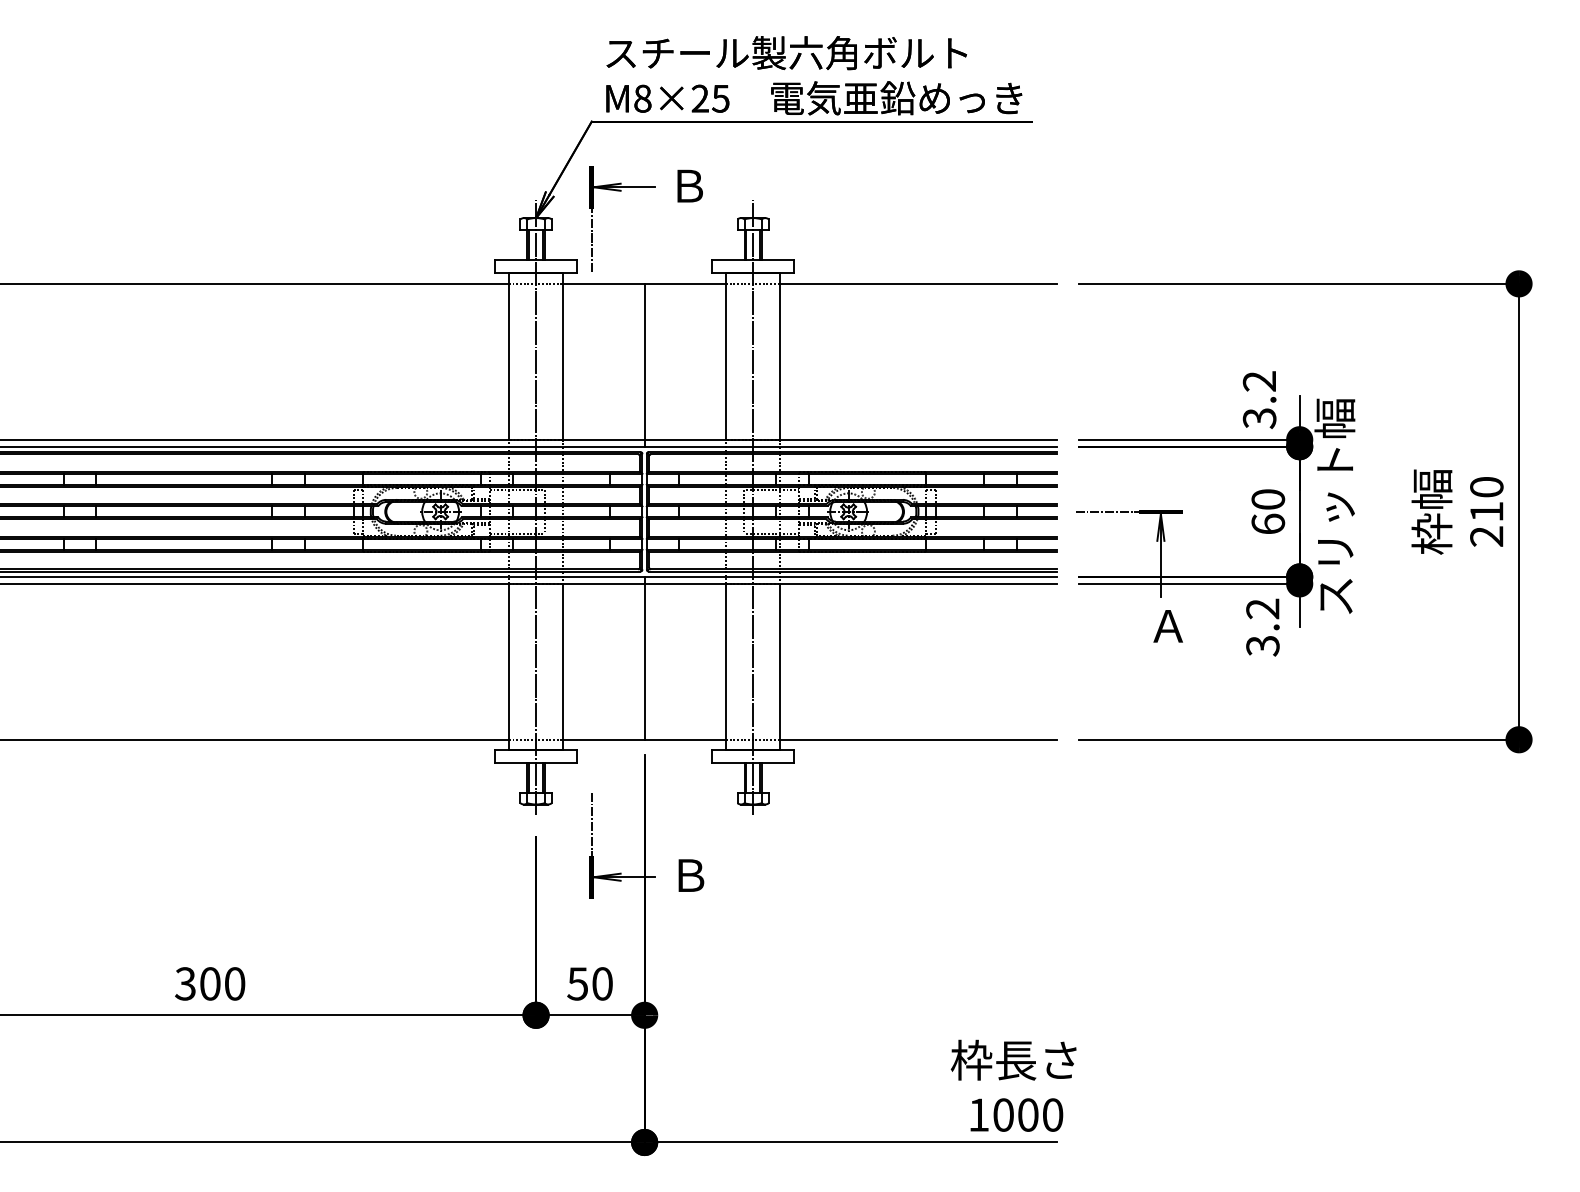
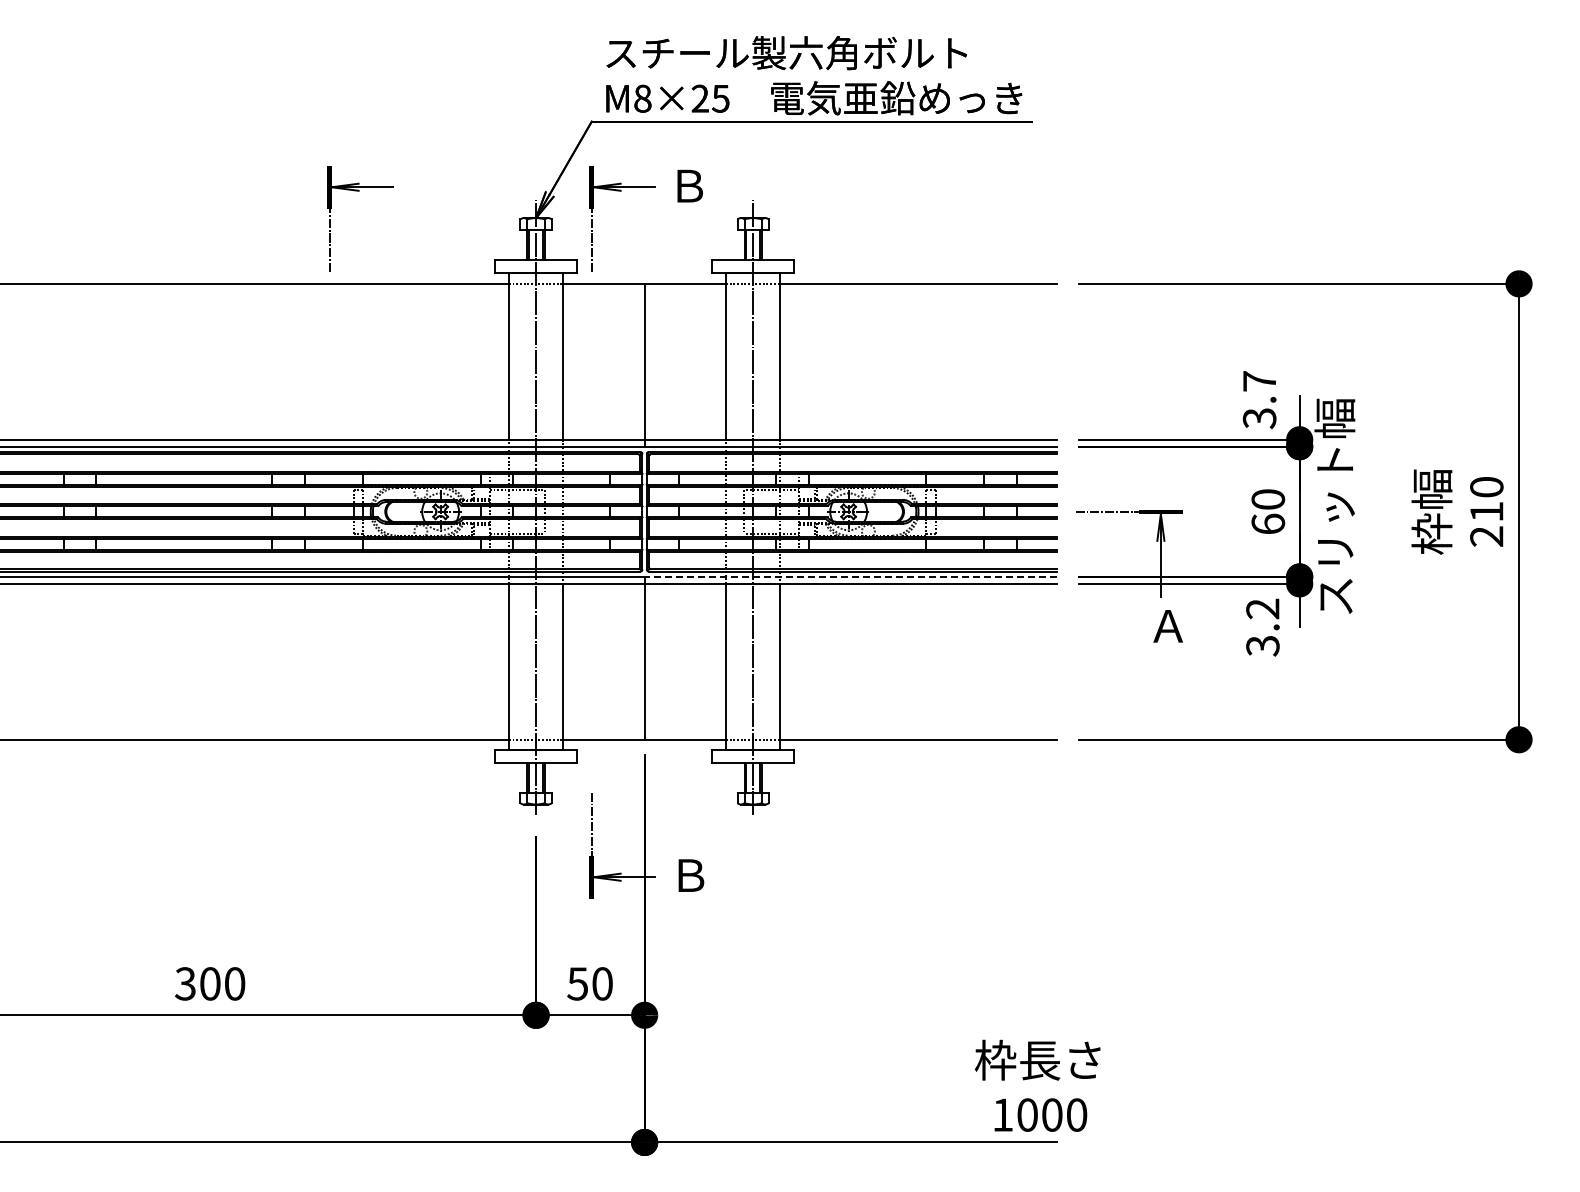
part at (359, 191): none -> present
text at (1258, 381): 3.2 -> 3.7
line at (850, 576): solid -> dashed
text at (1013, 1085) position: (1013, 1085) -> (1037, 1085)
